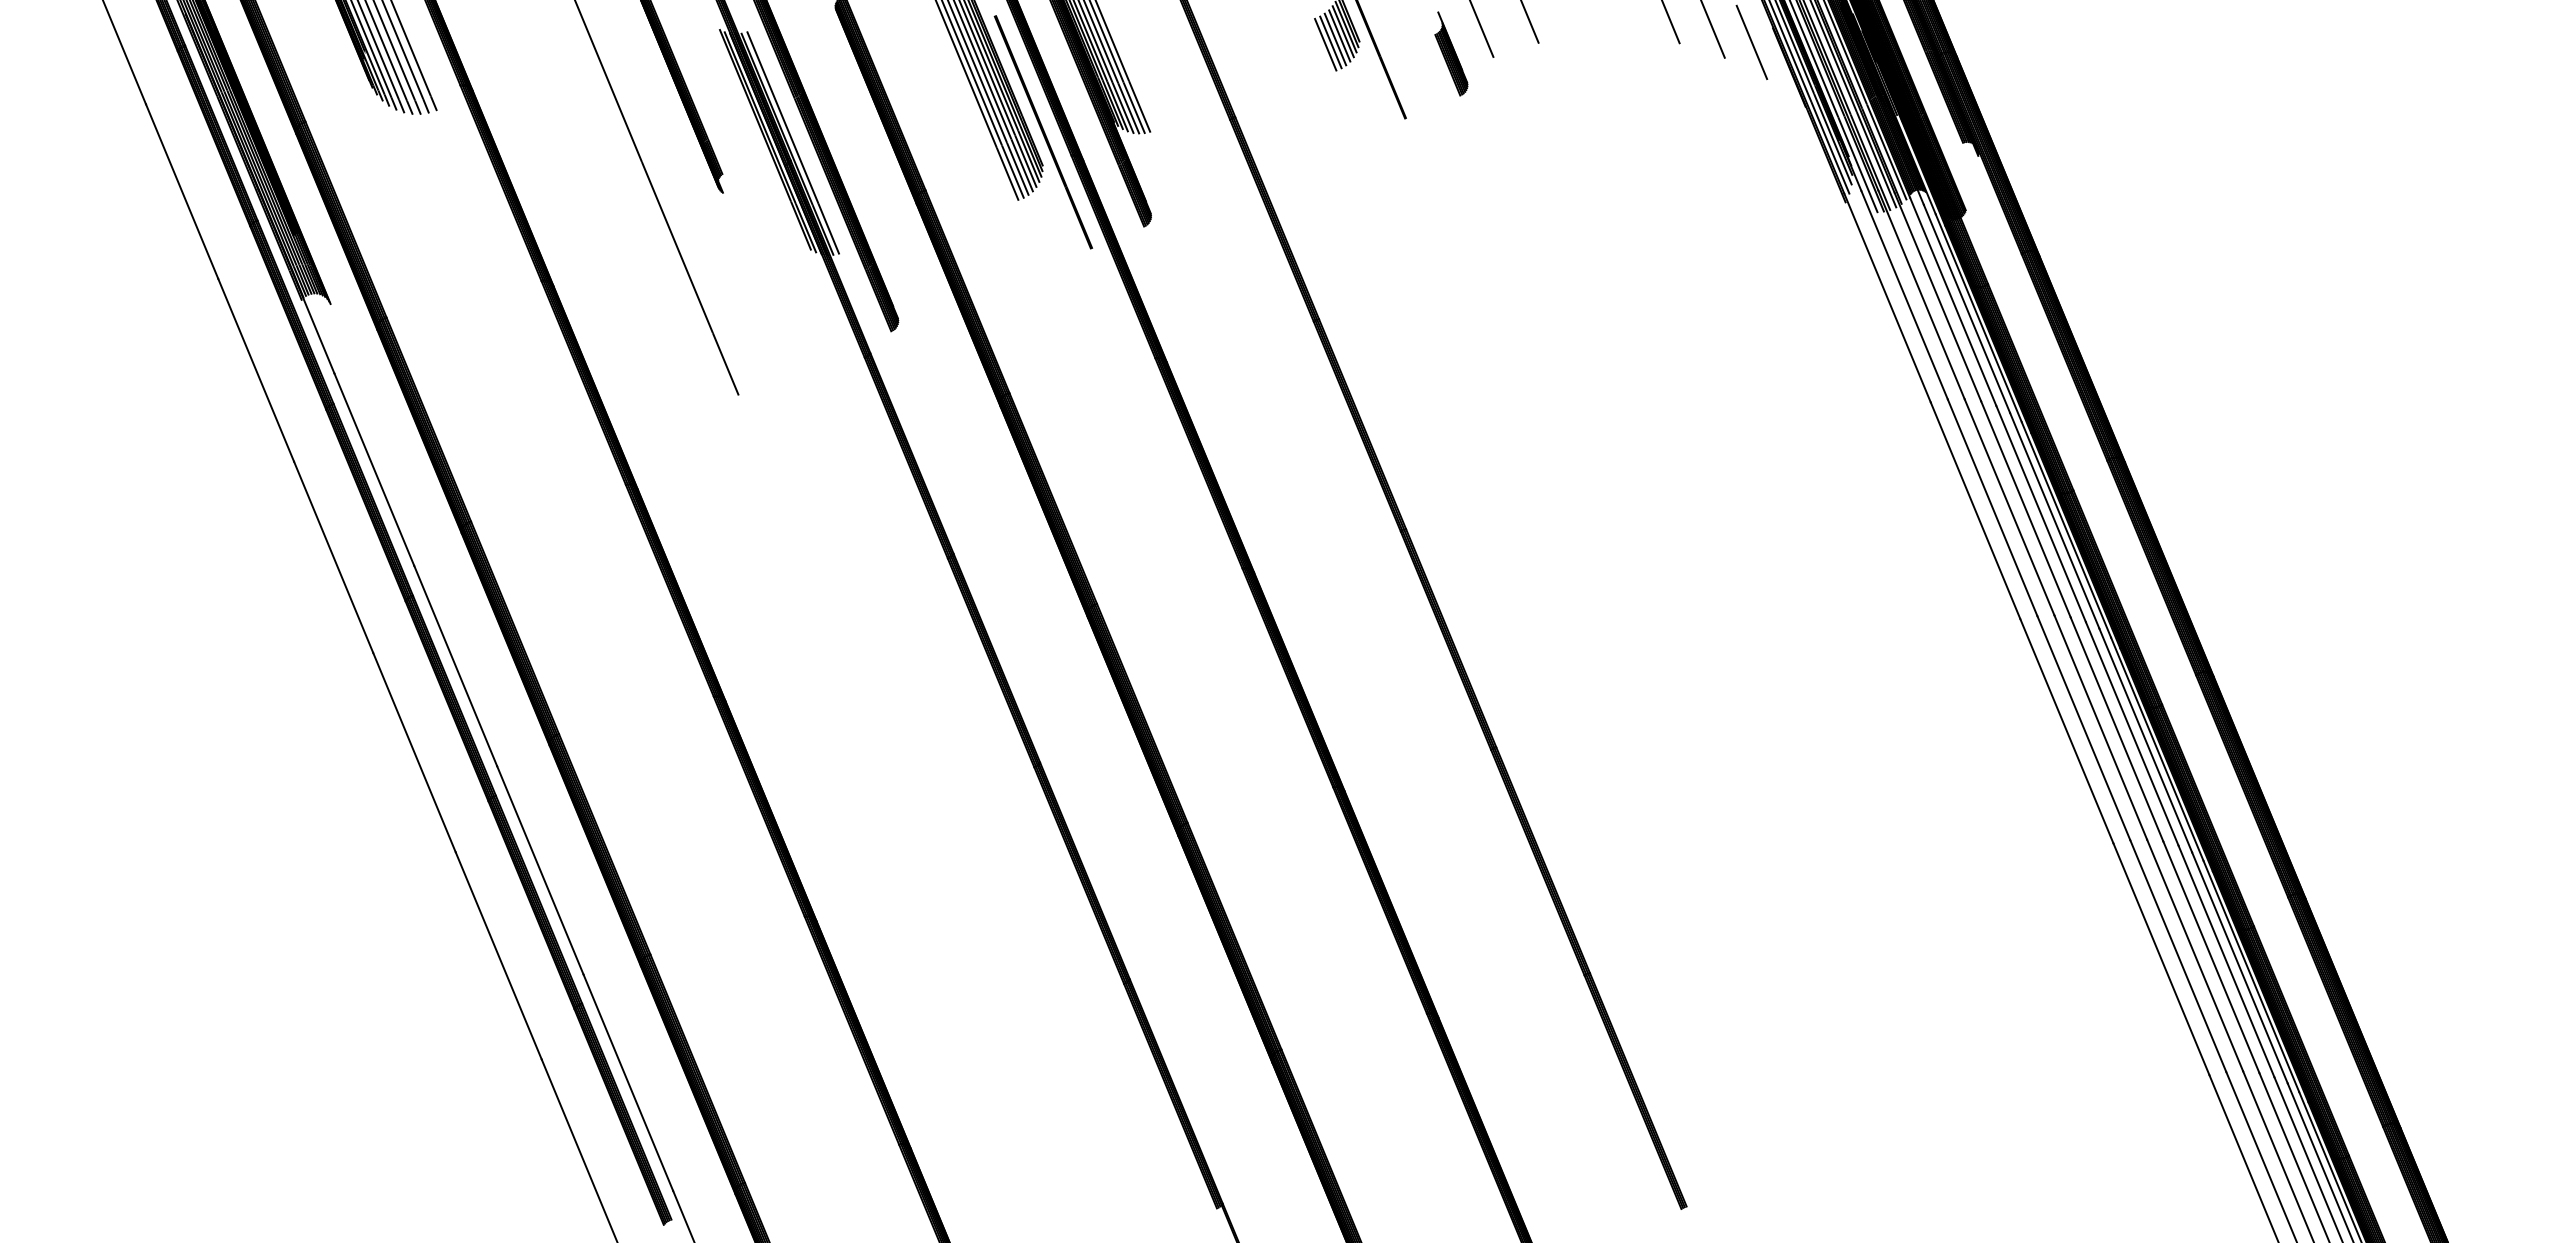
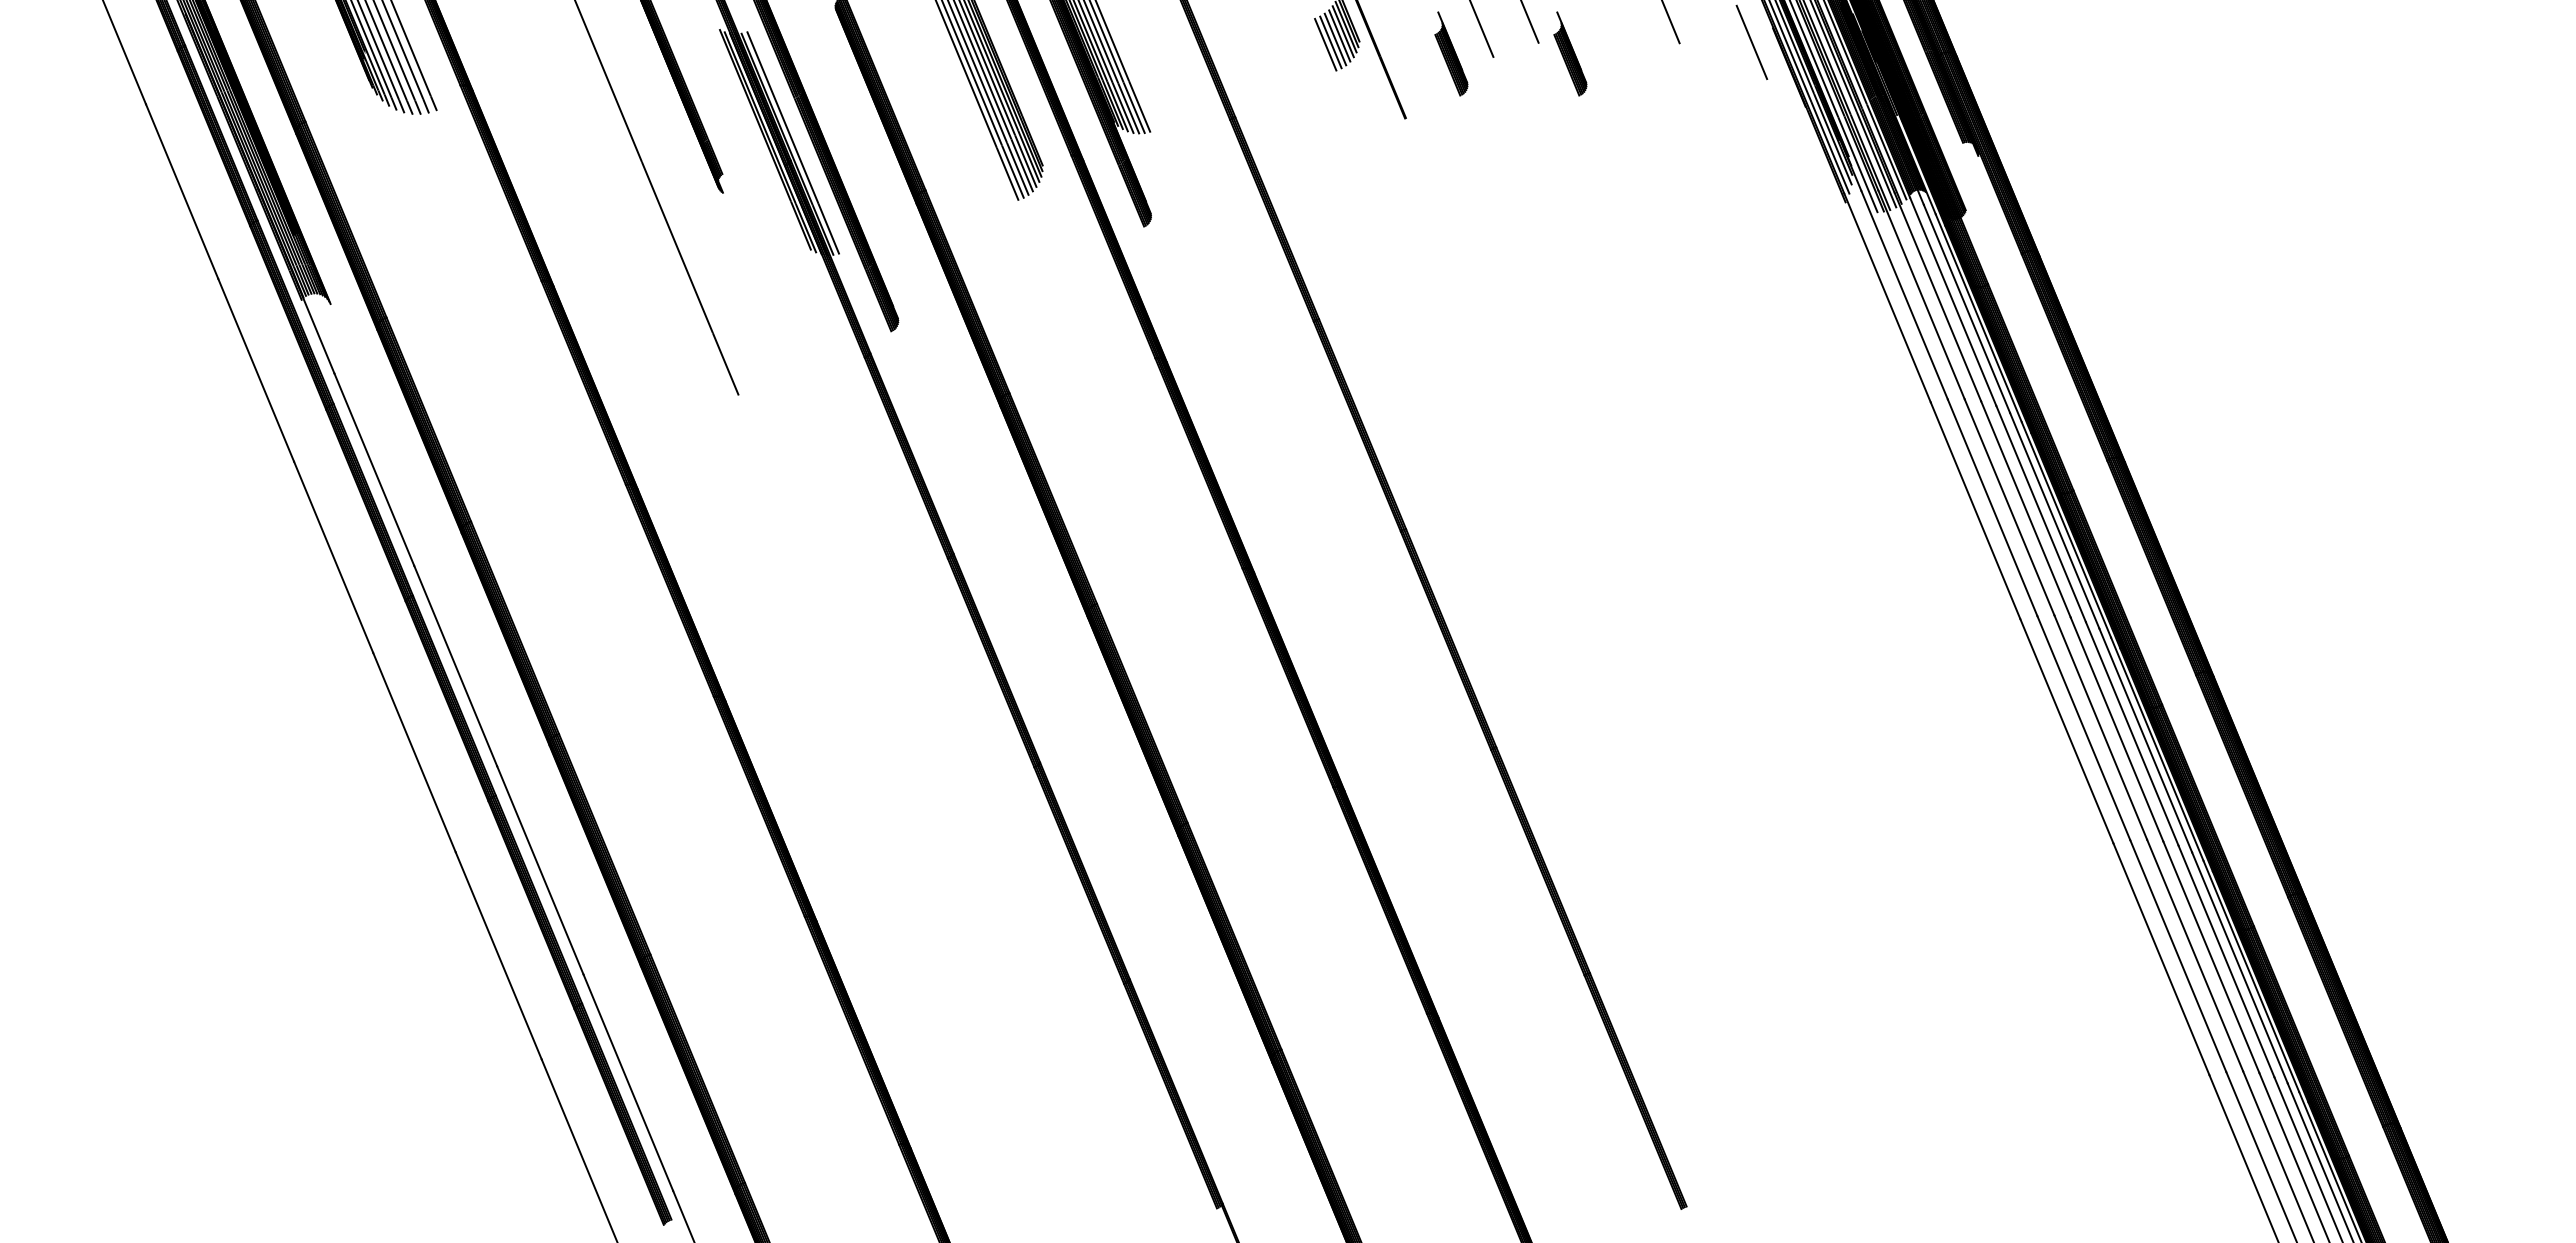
line at (1713, 30): present -> none
part at (1570, 53): none -> present
line at (1043, 132): present -> none
